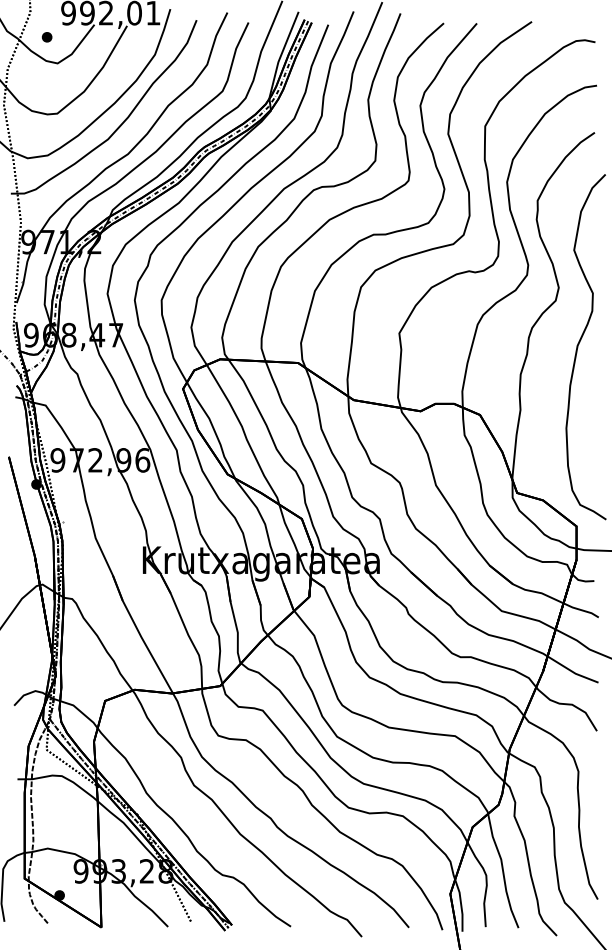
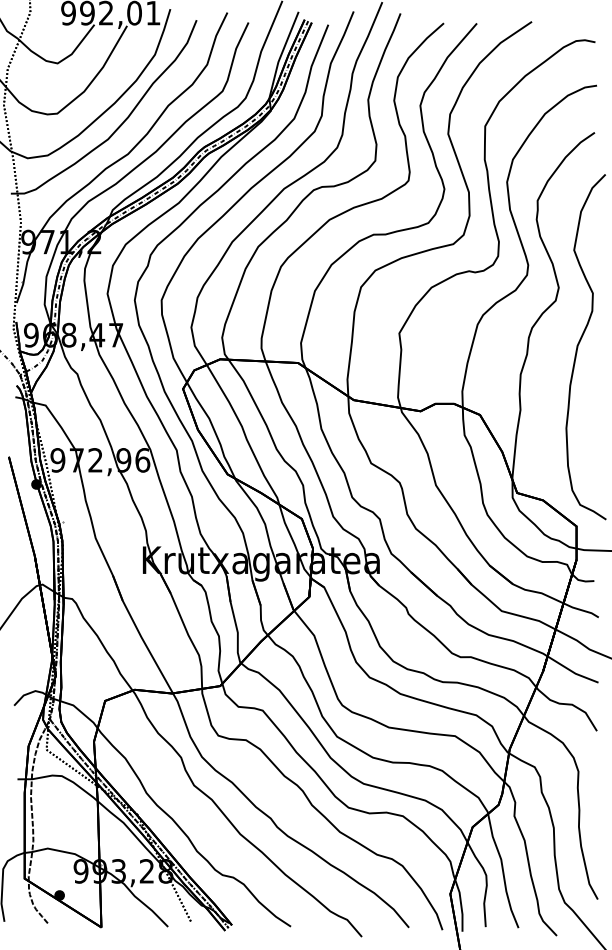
part at (46, 37): present -> none
